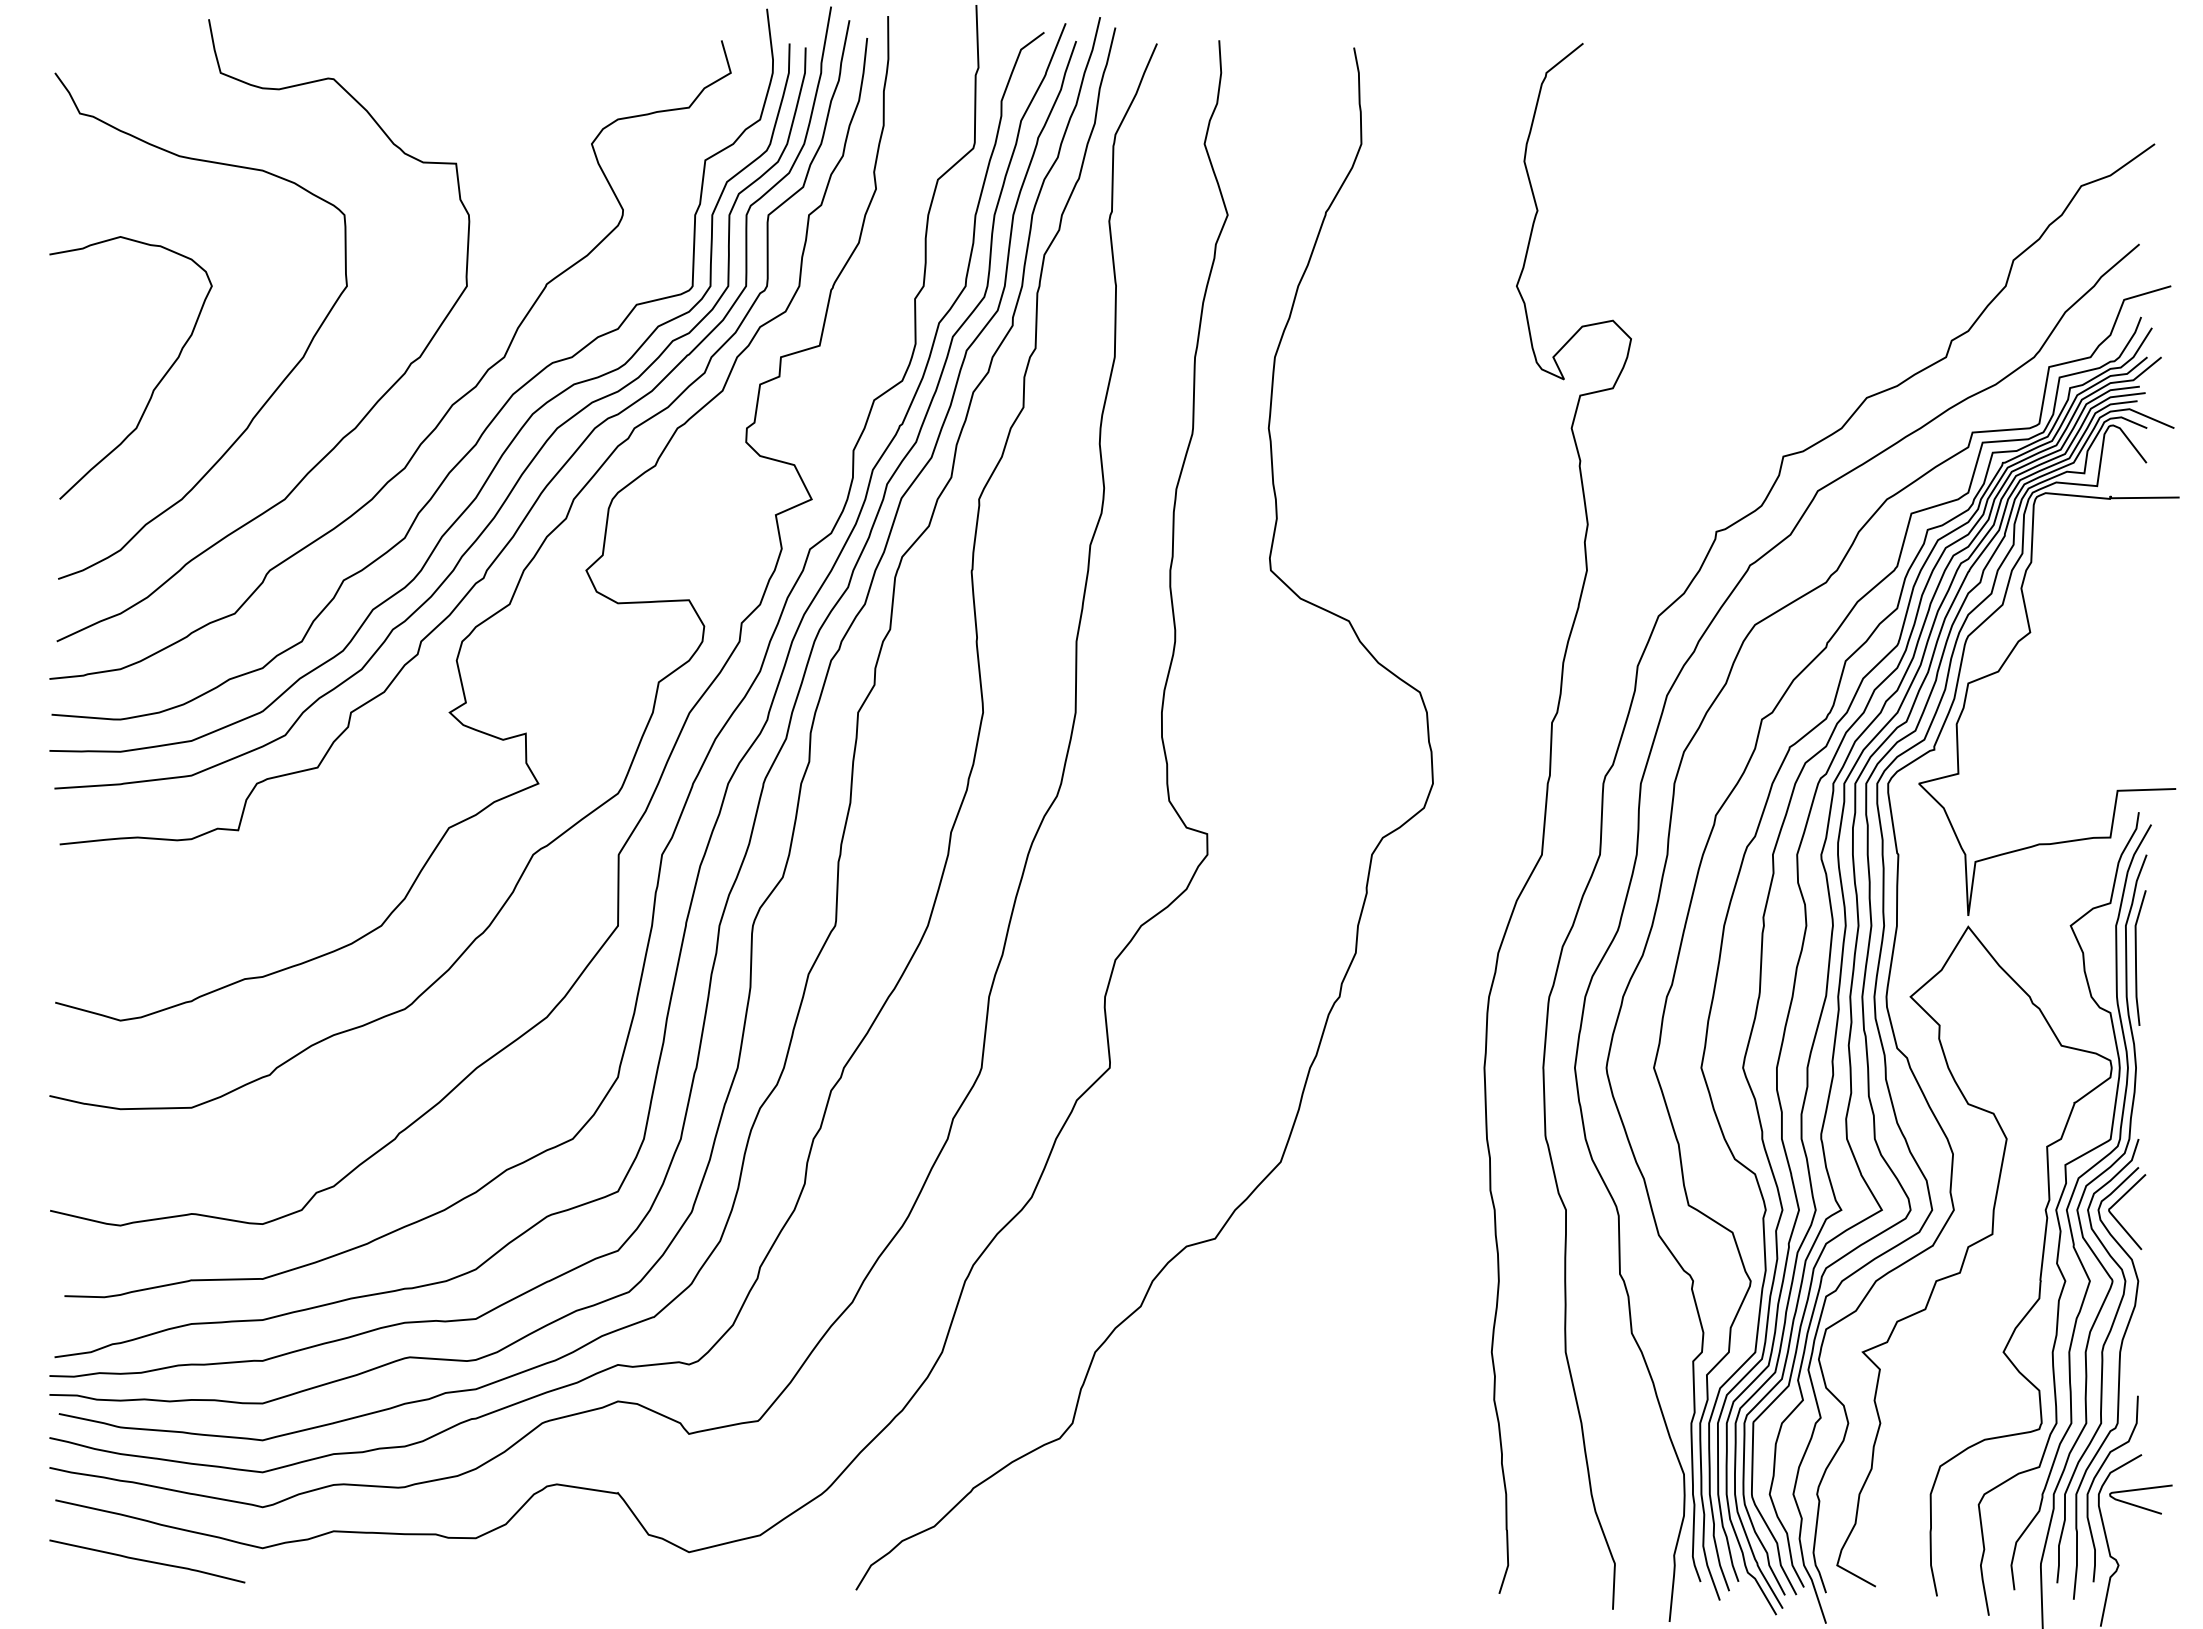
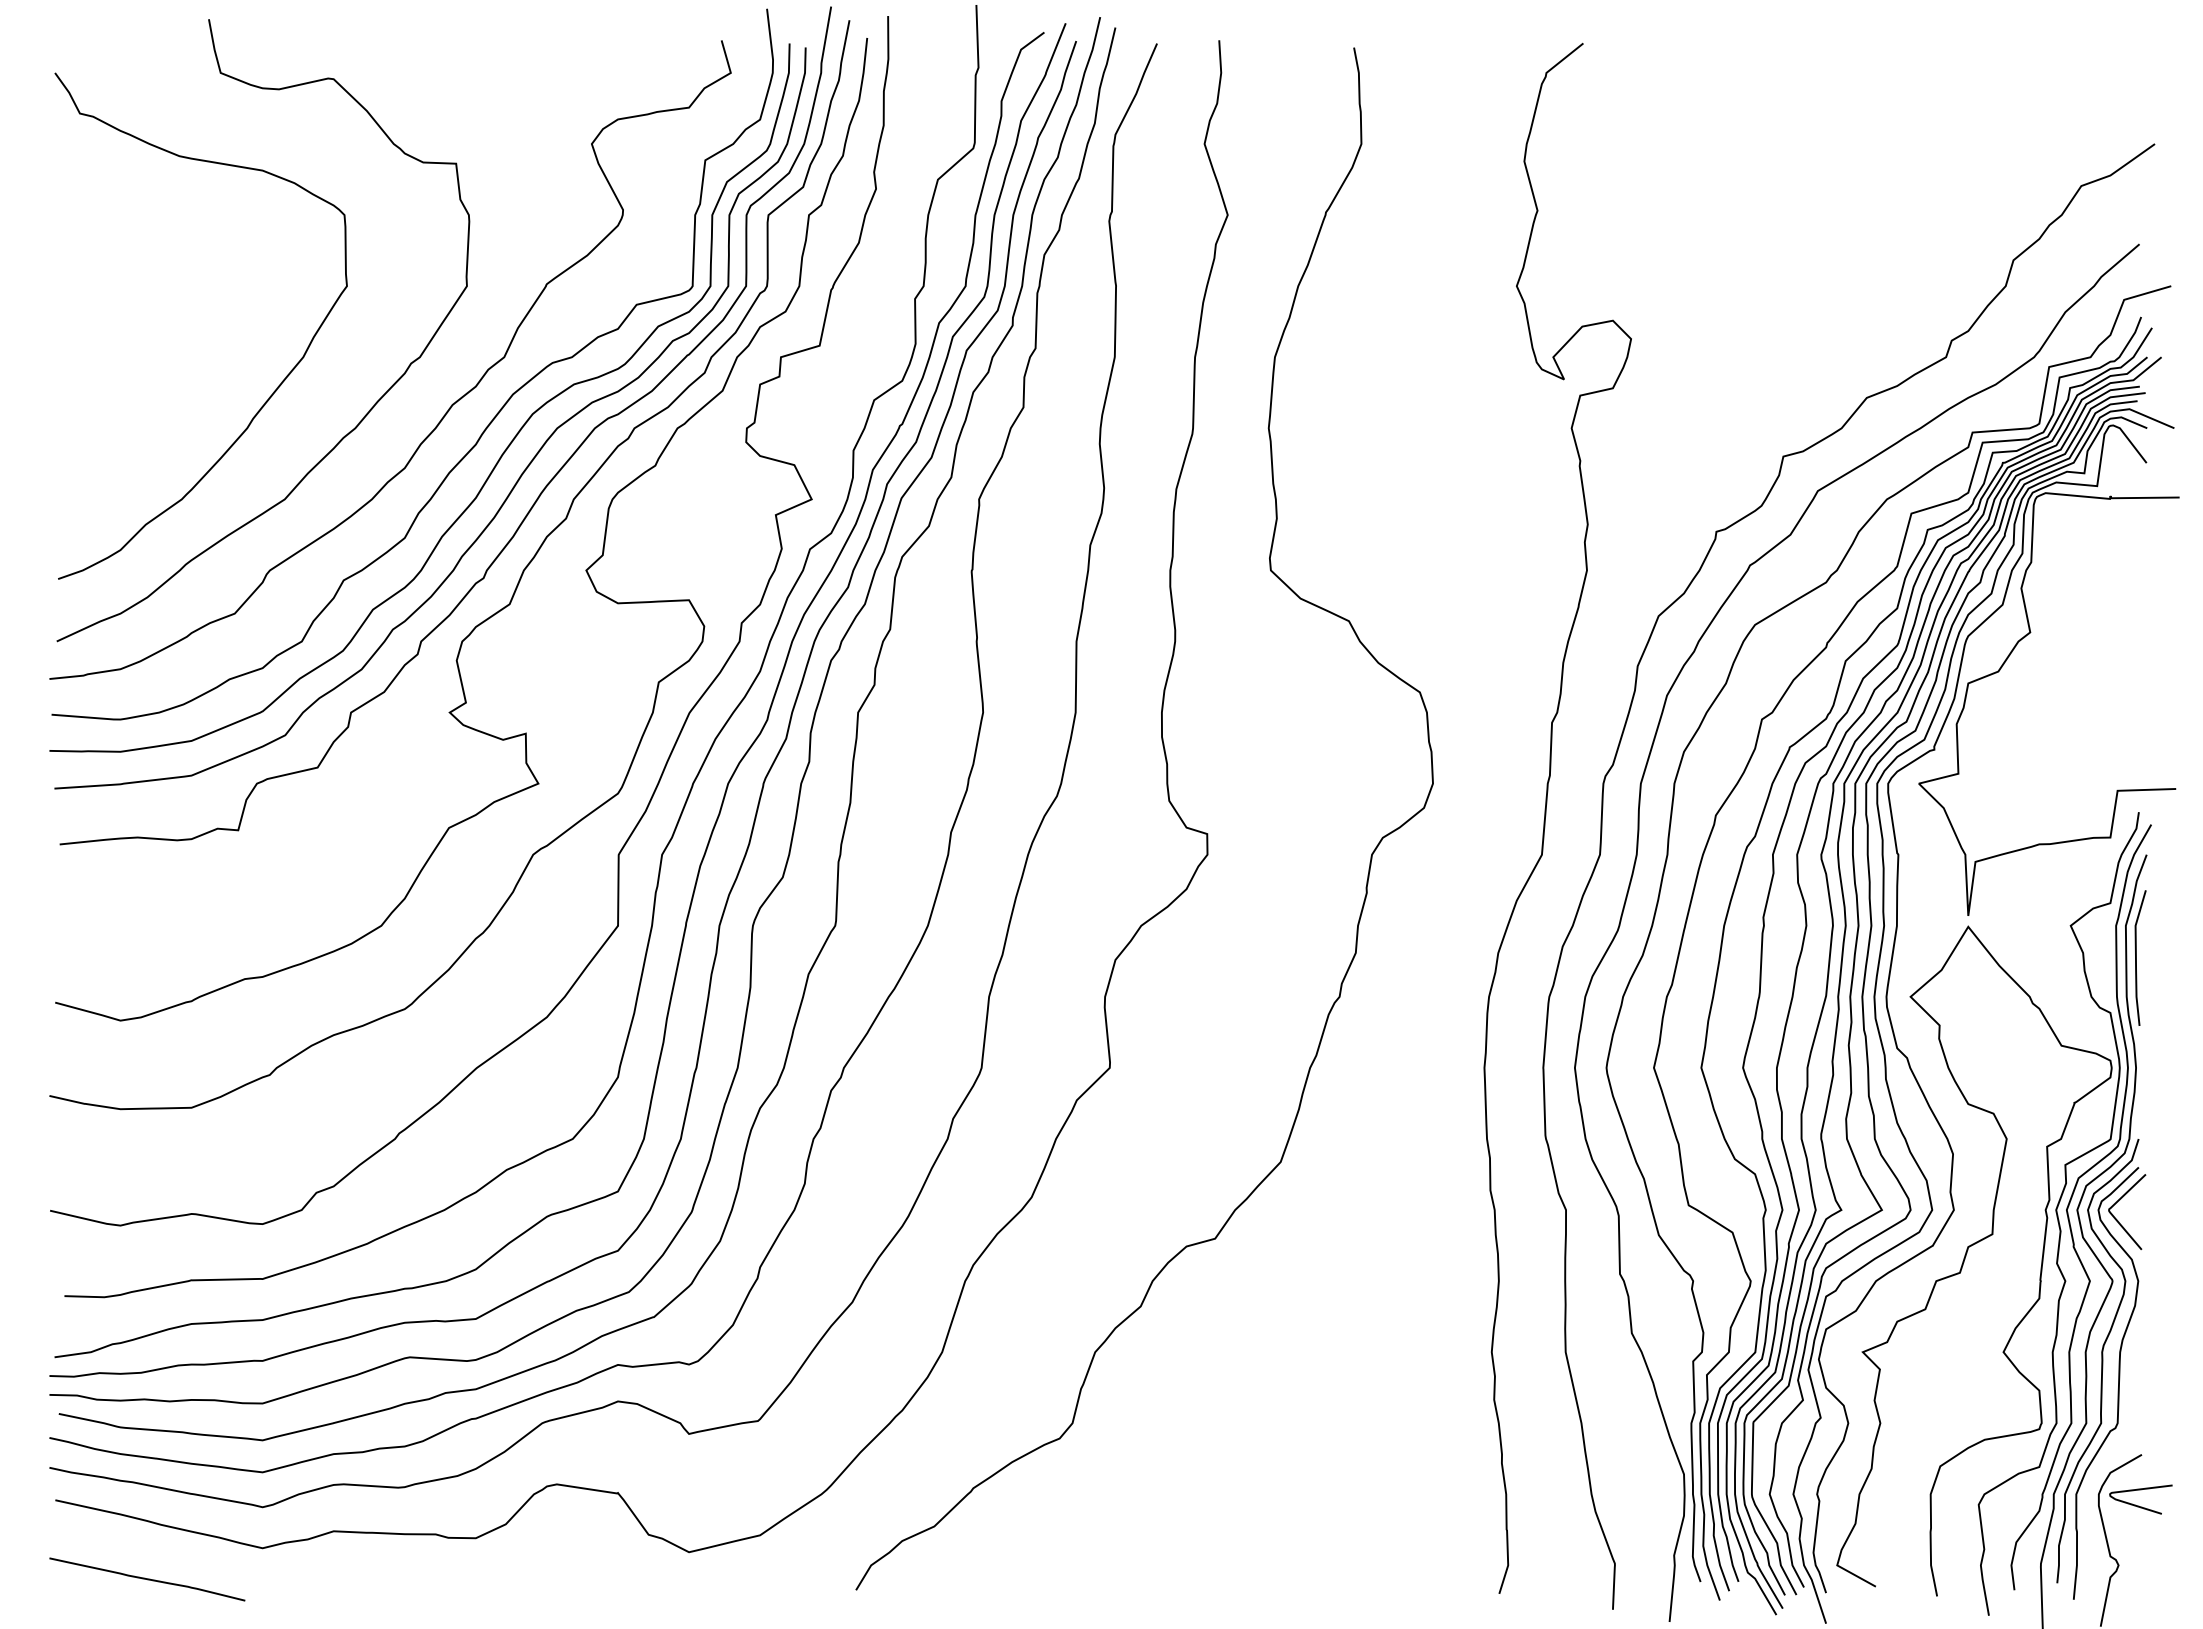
curve at (156, 384): present -> none
curve at (2093, 1483): present -> none
curve at (147, 1561) position: (147, 1561) -> (147, 1579)
